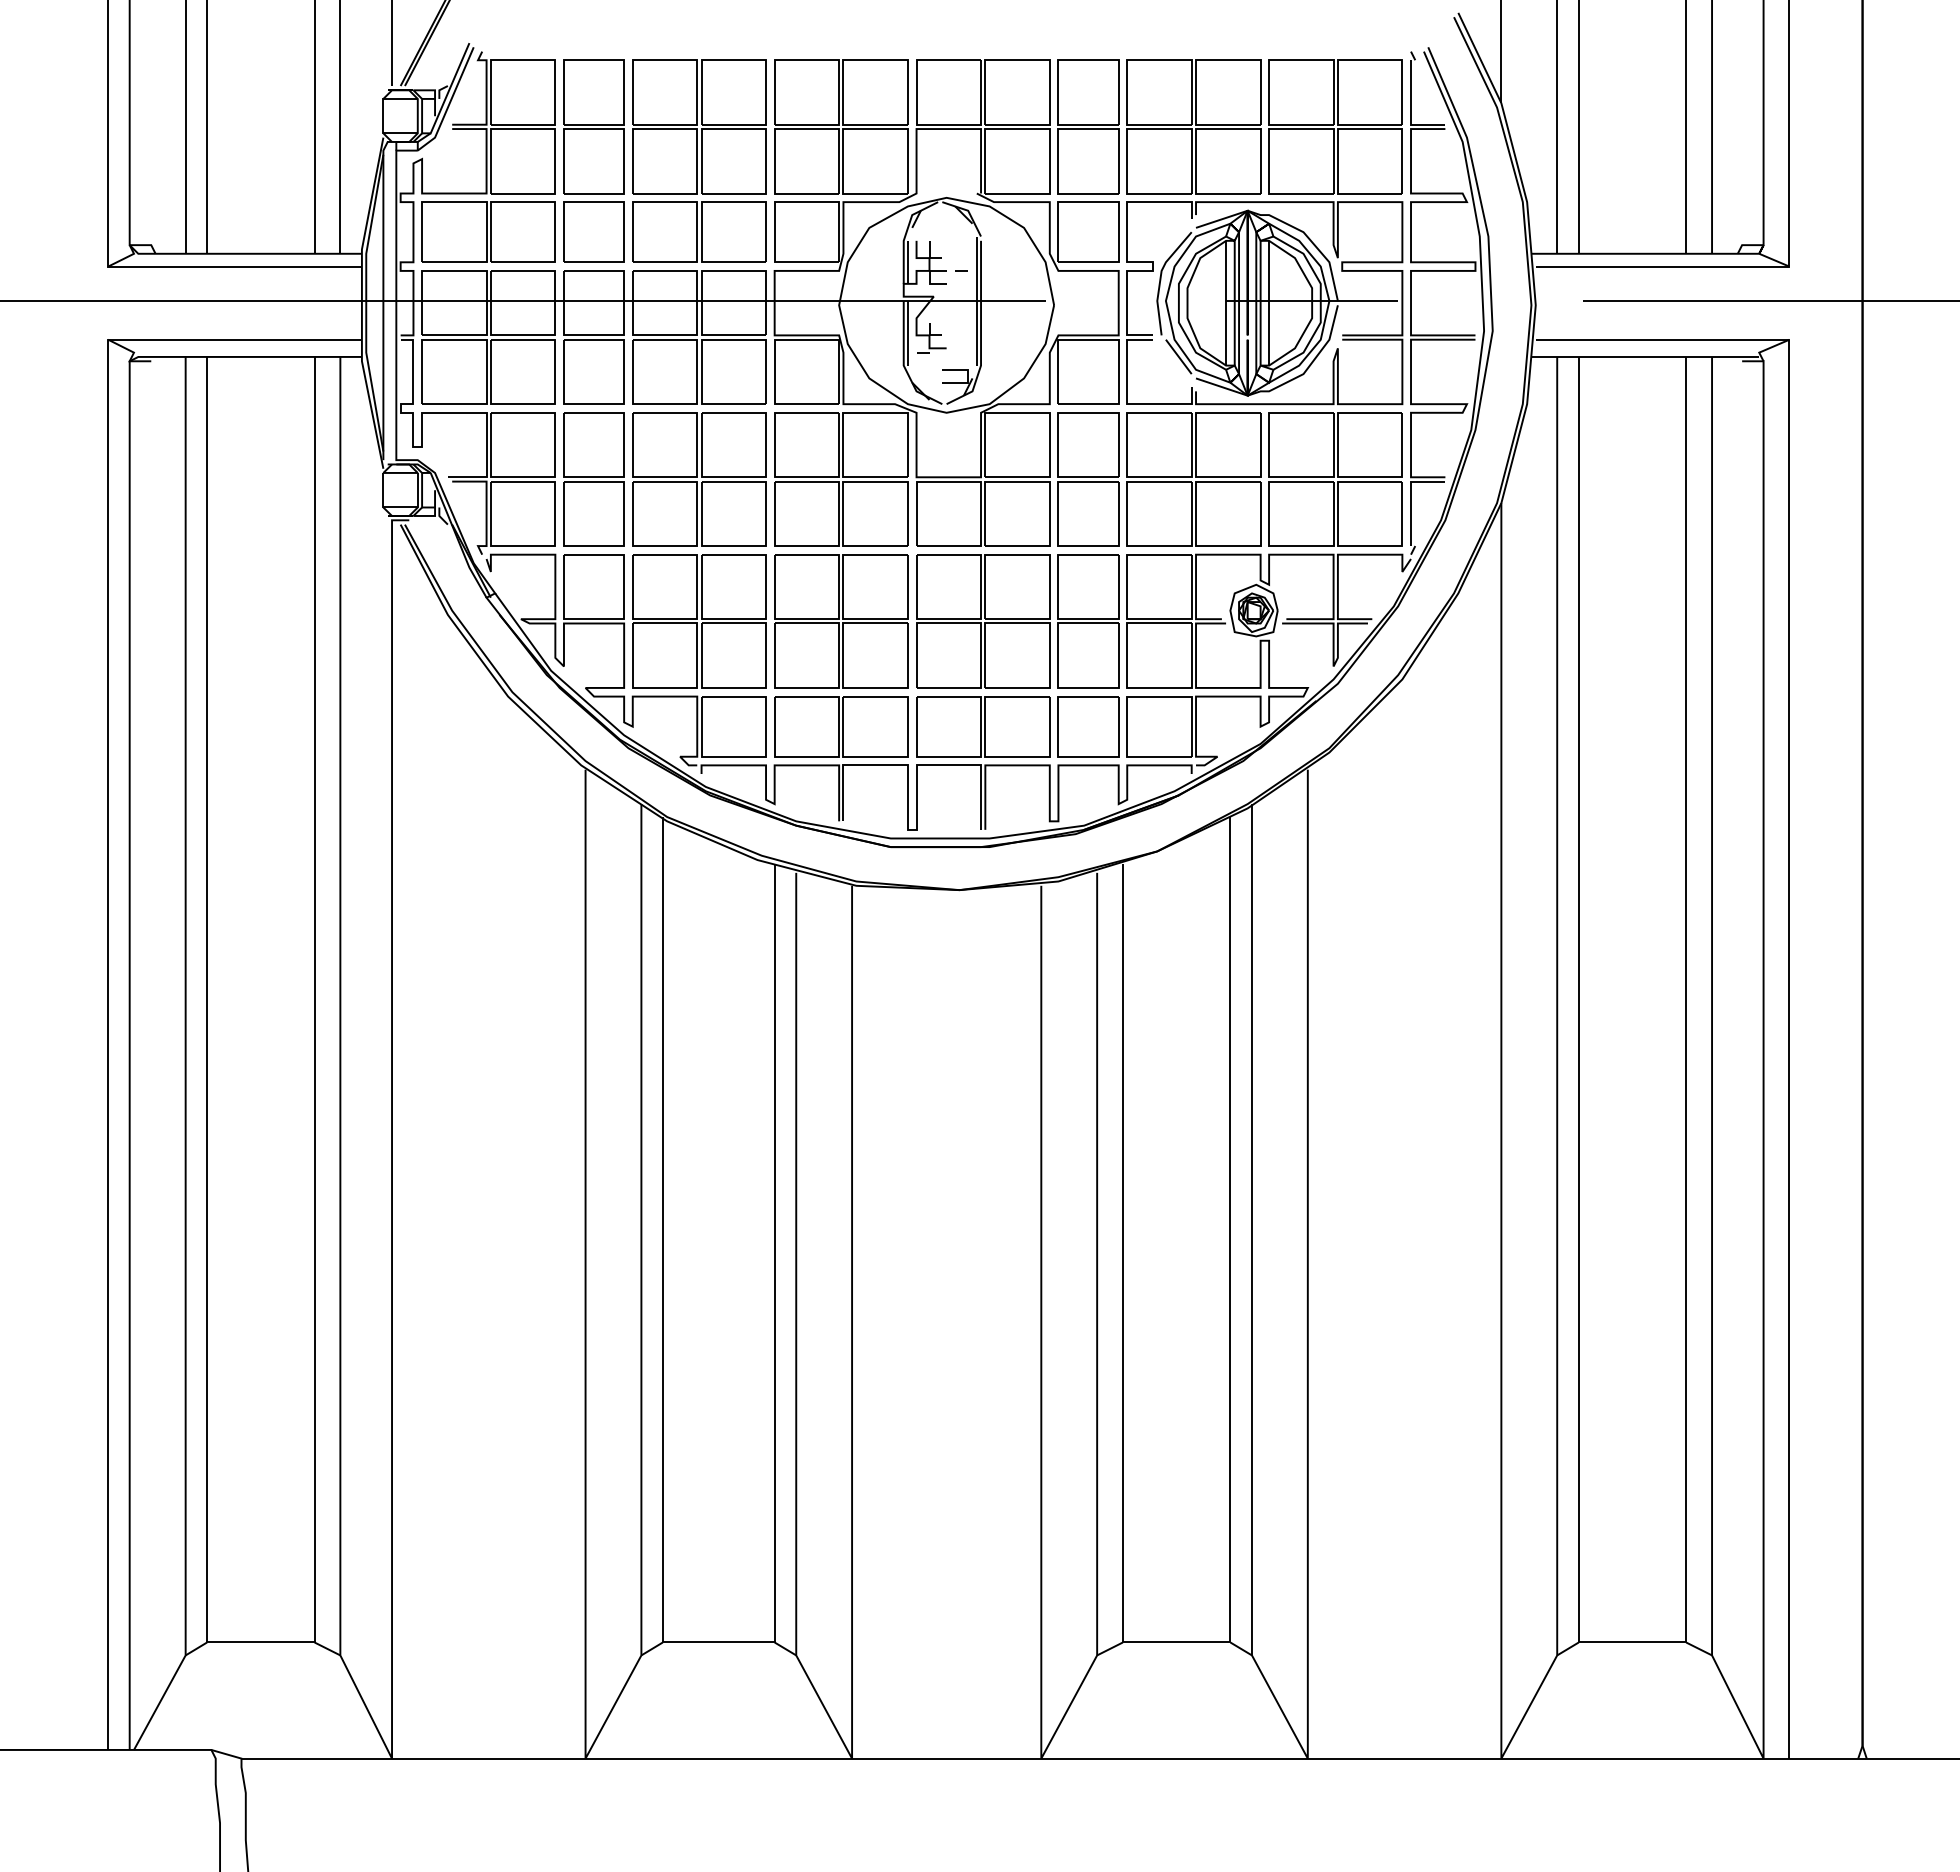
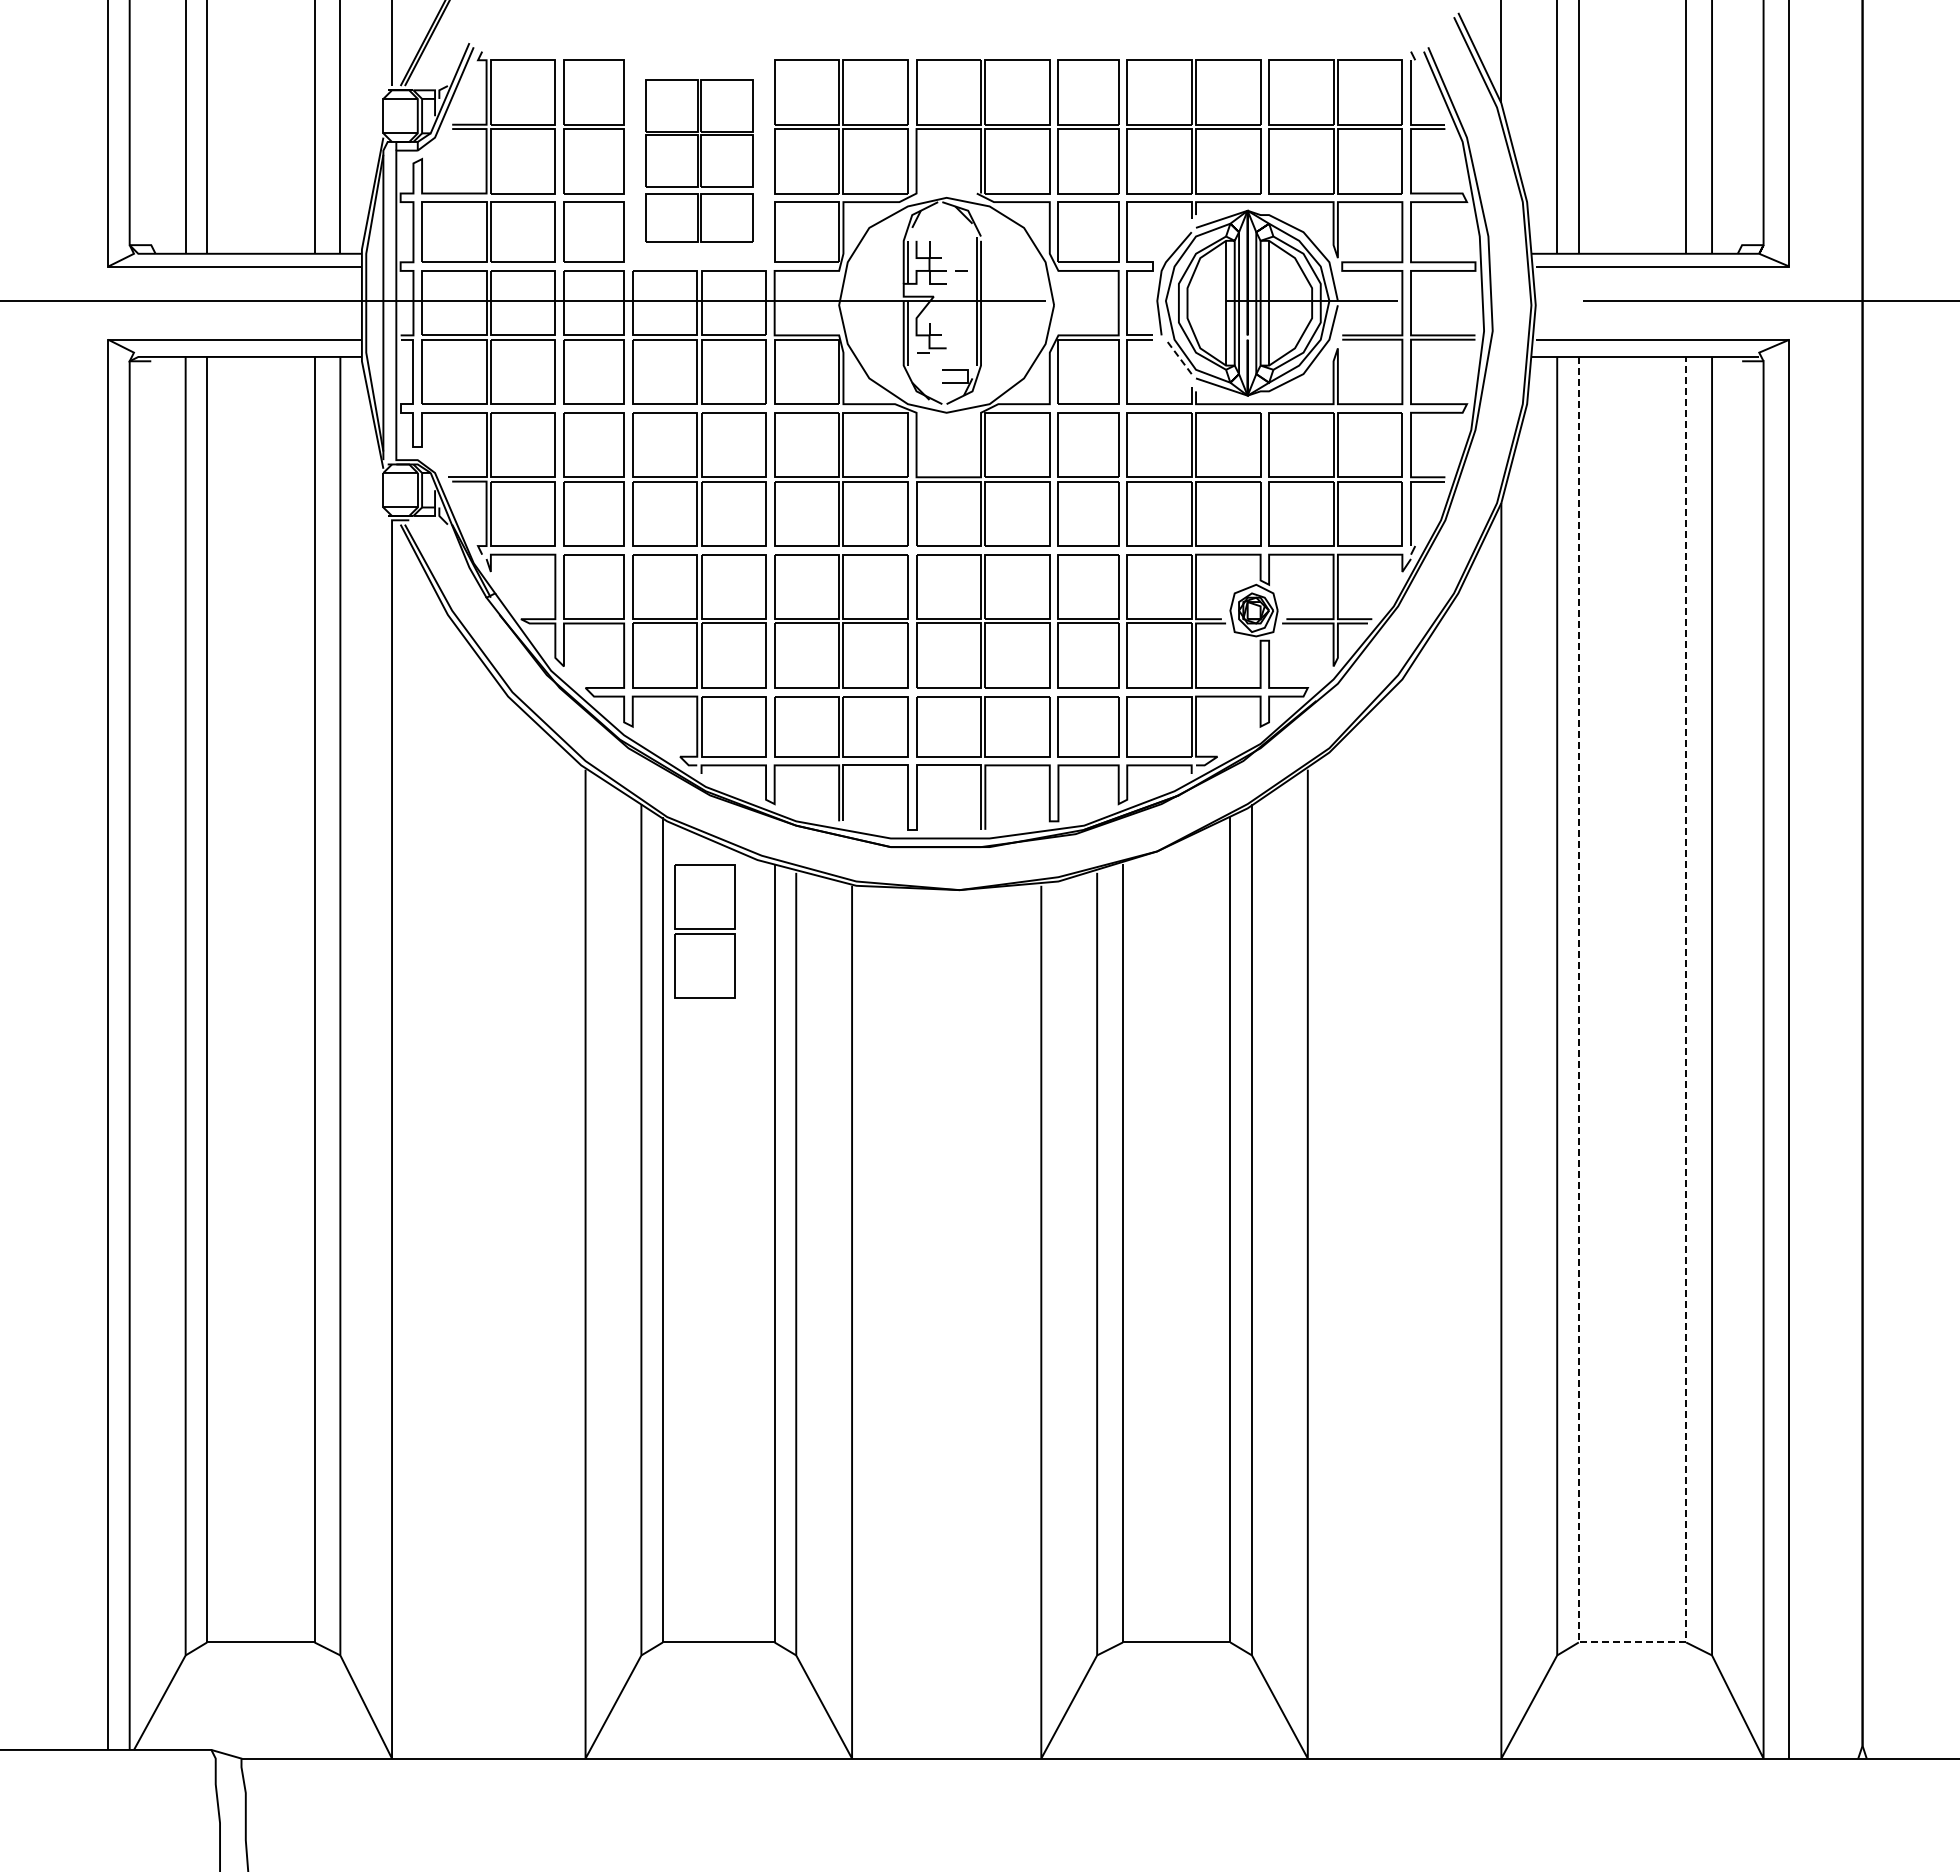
part at (699, 160) size: 135x204 px -> 109x164 px
line at (1178, 356): solid -> dashed
part at (704, 931): none -> present
line at (1632, 1642): solid -> dashed
